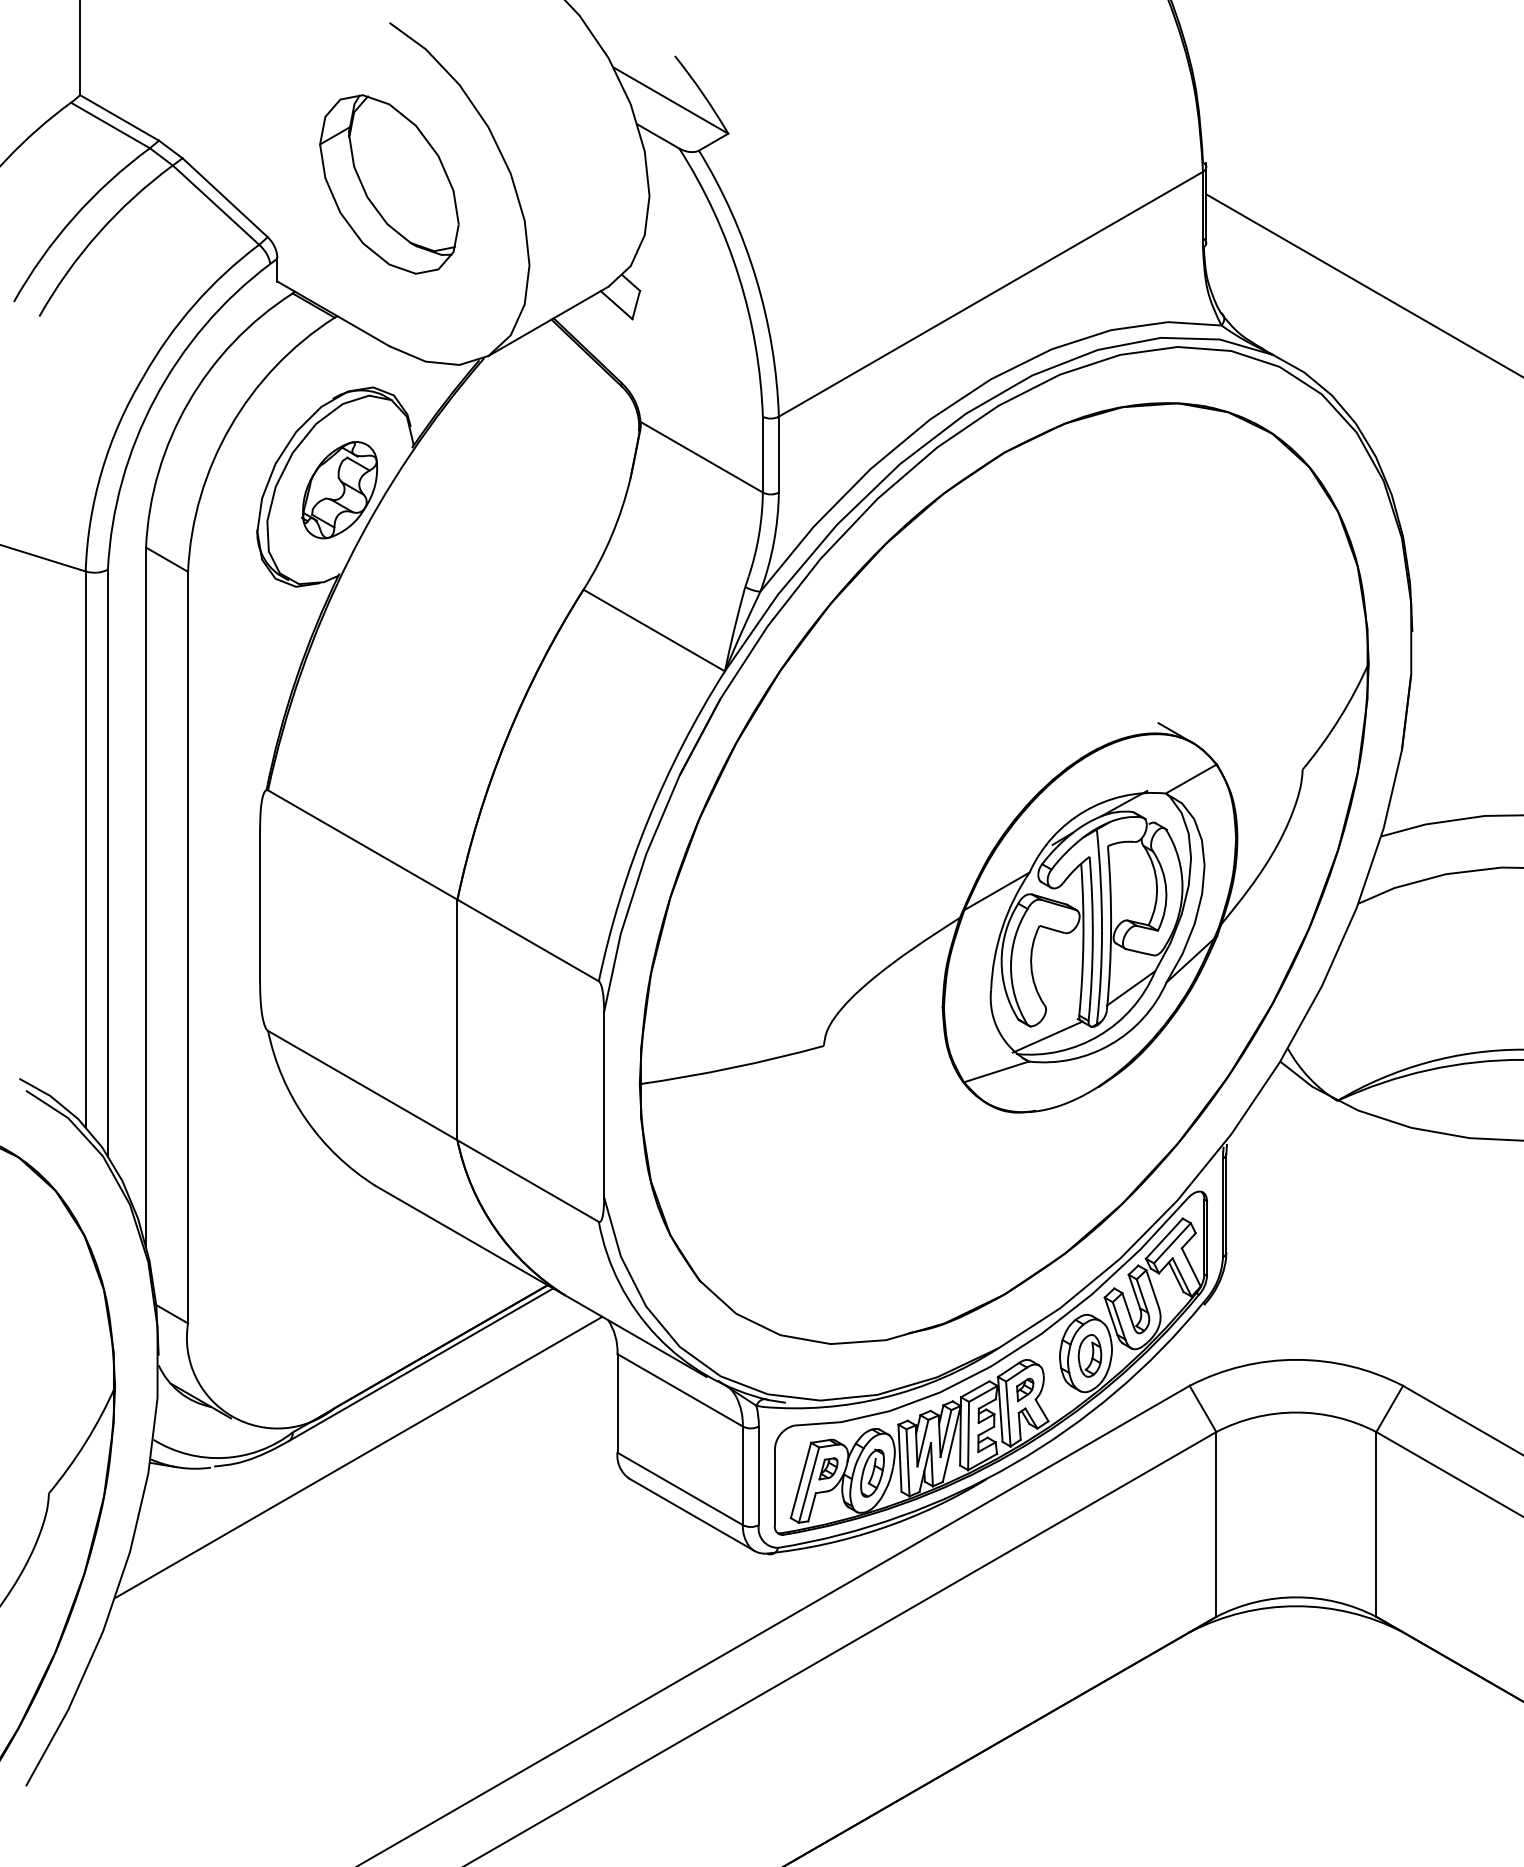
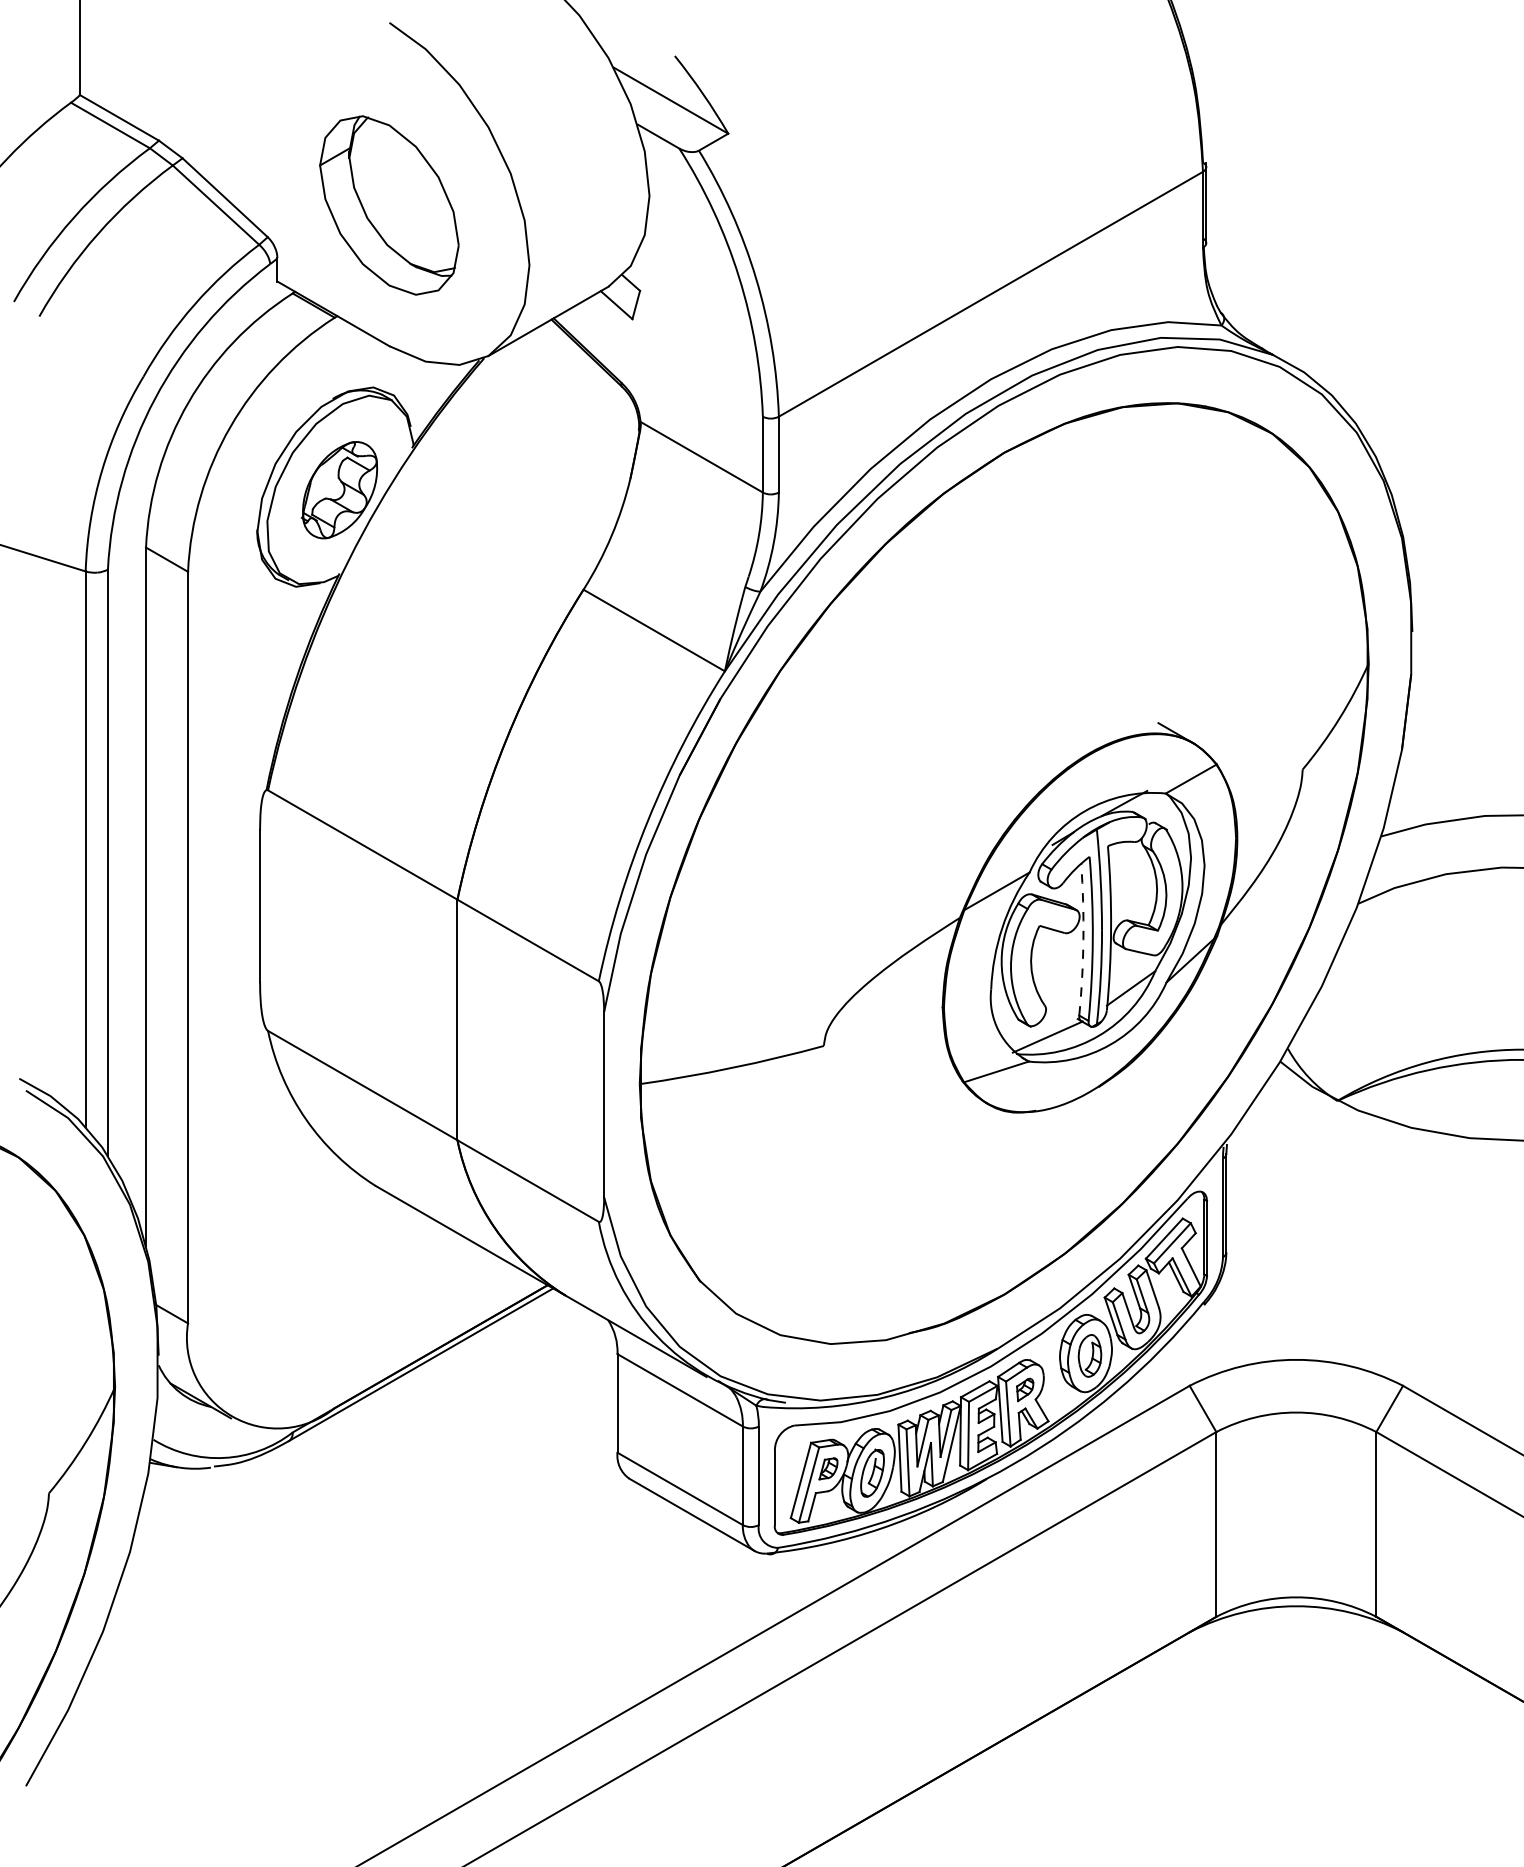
part at (389, 184) position: (389, 184) -> (389, 205)
line at (1363, 284): present -> none
arc at (1083, 939): solid -> dashed
line at (358, 1456): present -> none
